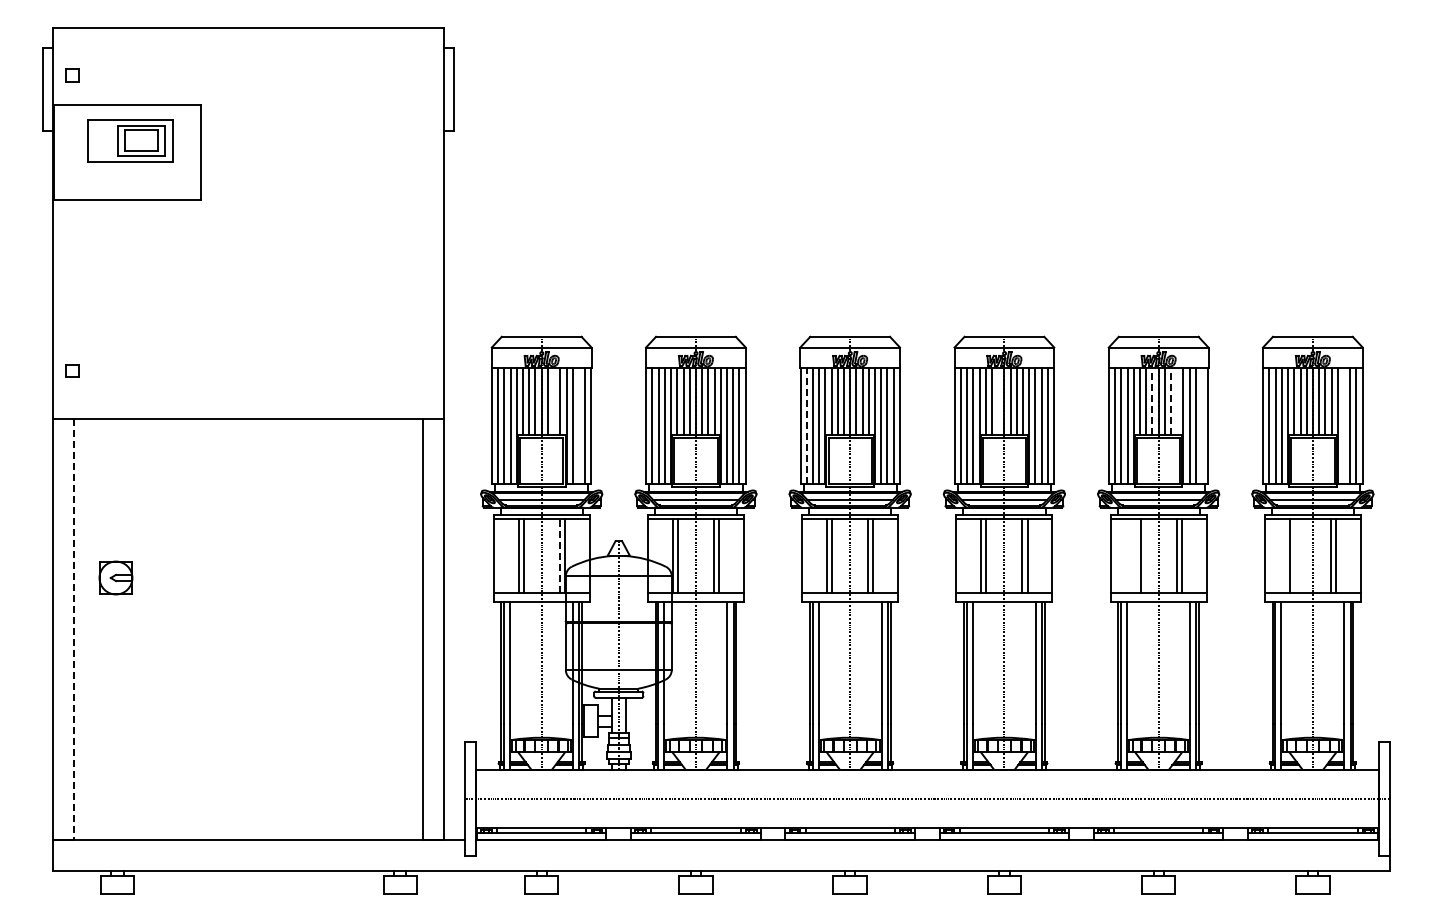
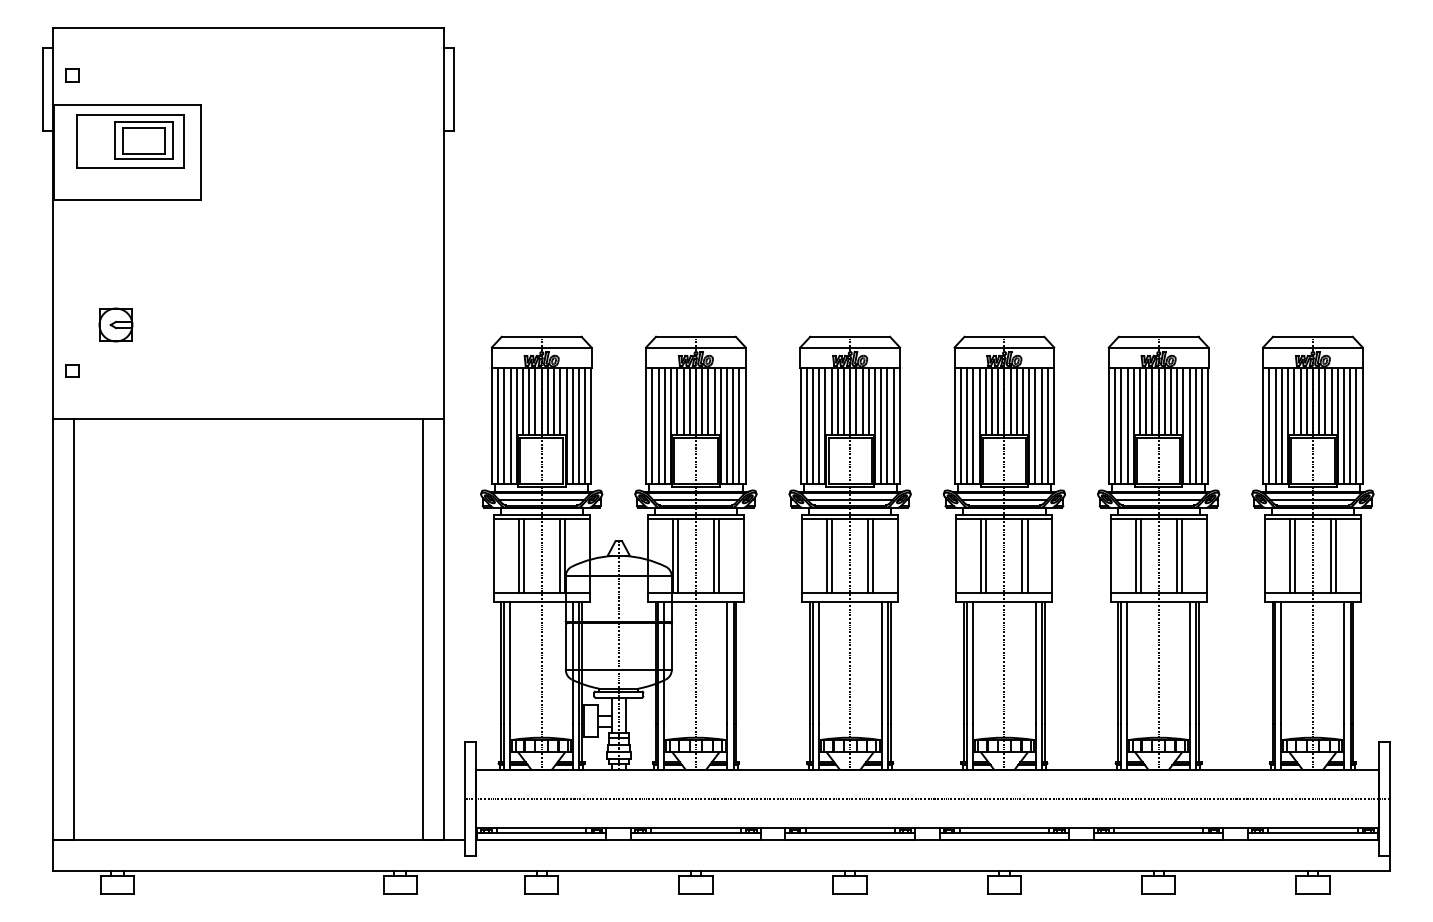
part at (130, 140) size: 87x44 px -> 109x55 px
line at (554, 401): none -> present
line at (998, 401): none -> present
line at (1152, 401): dashed -> solid
line at (1171, 401): dashed -> solid
line at (1177, 401): none -> present
line at (578, 425): none -> present
line at (806, 425): dashed -> solid
line at (1202, 425): none -> present
line at (1343, 425): none -> present
line at (559, 555): dashed -> solid
line at (1135, 555): none -> present
line at (1294, 555): none -> present
part at (115, 577) position: (115, 577) -> (115, 324)
line at (73, 629): dashed -> solid
